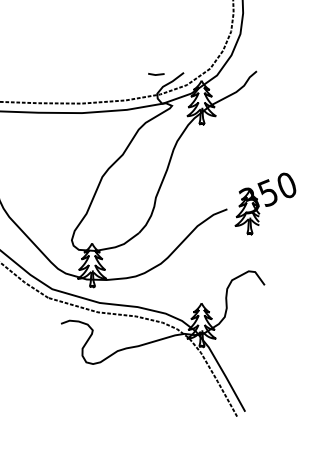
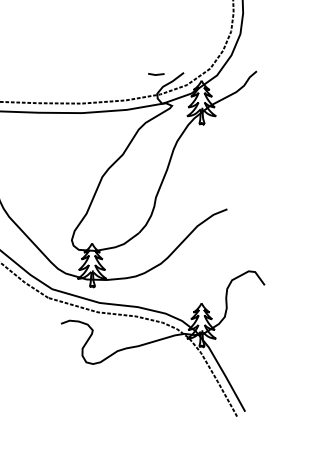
part at (265, 203): present -> none
